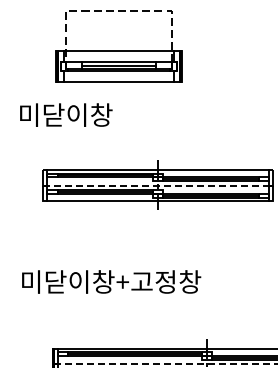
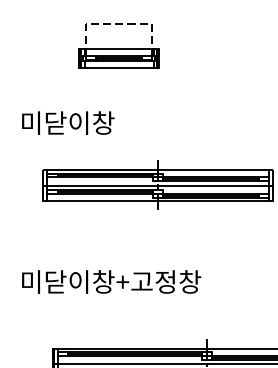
part at (118, 46) size: 128x73 px -> 82x46 px
text at (66, 114) position: (66, 114) -> (68, 122)
line at (158, 185): dashed -> solid
line at (166, 364): dashed -> solid
